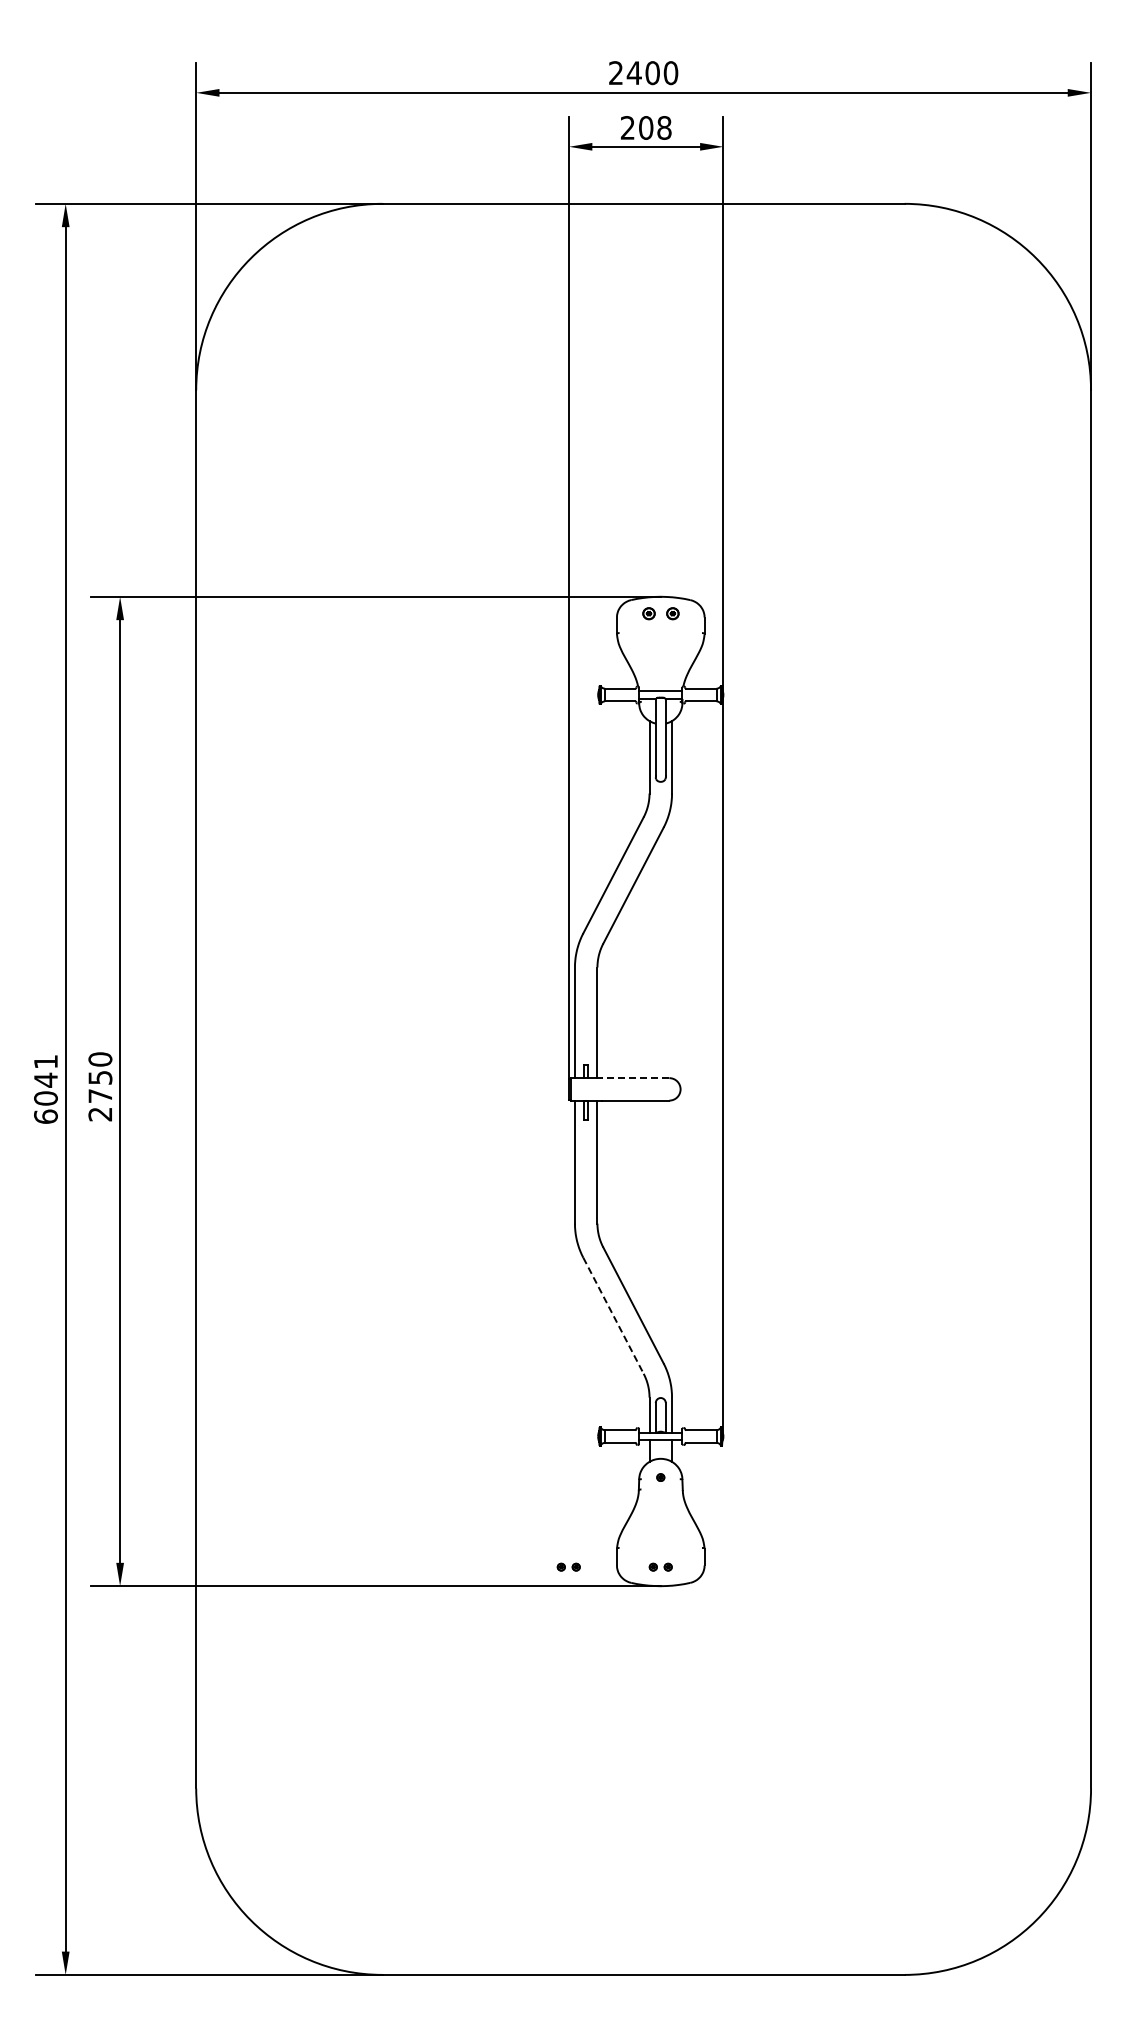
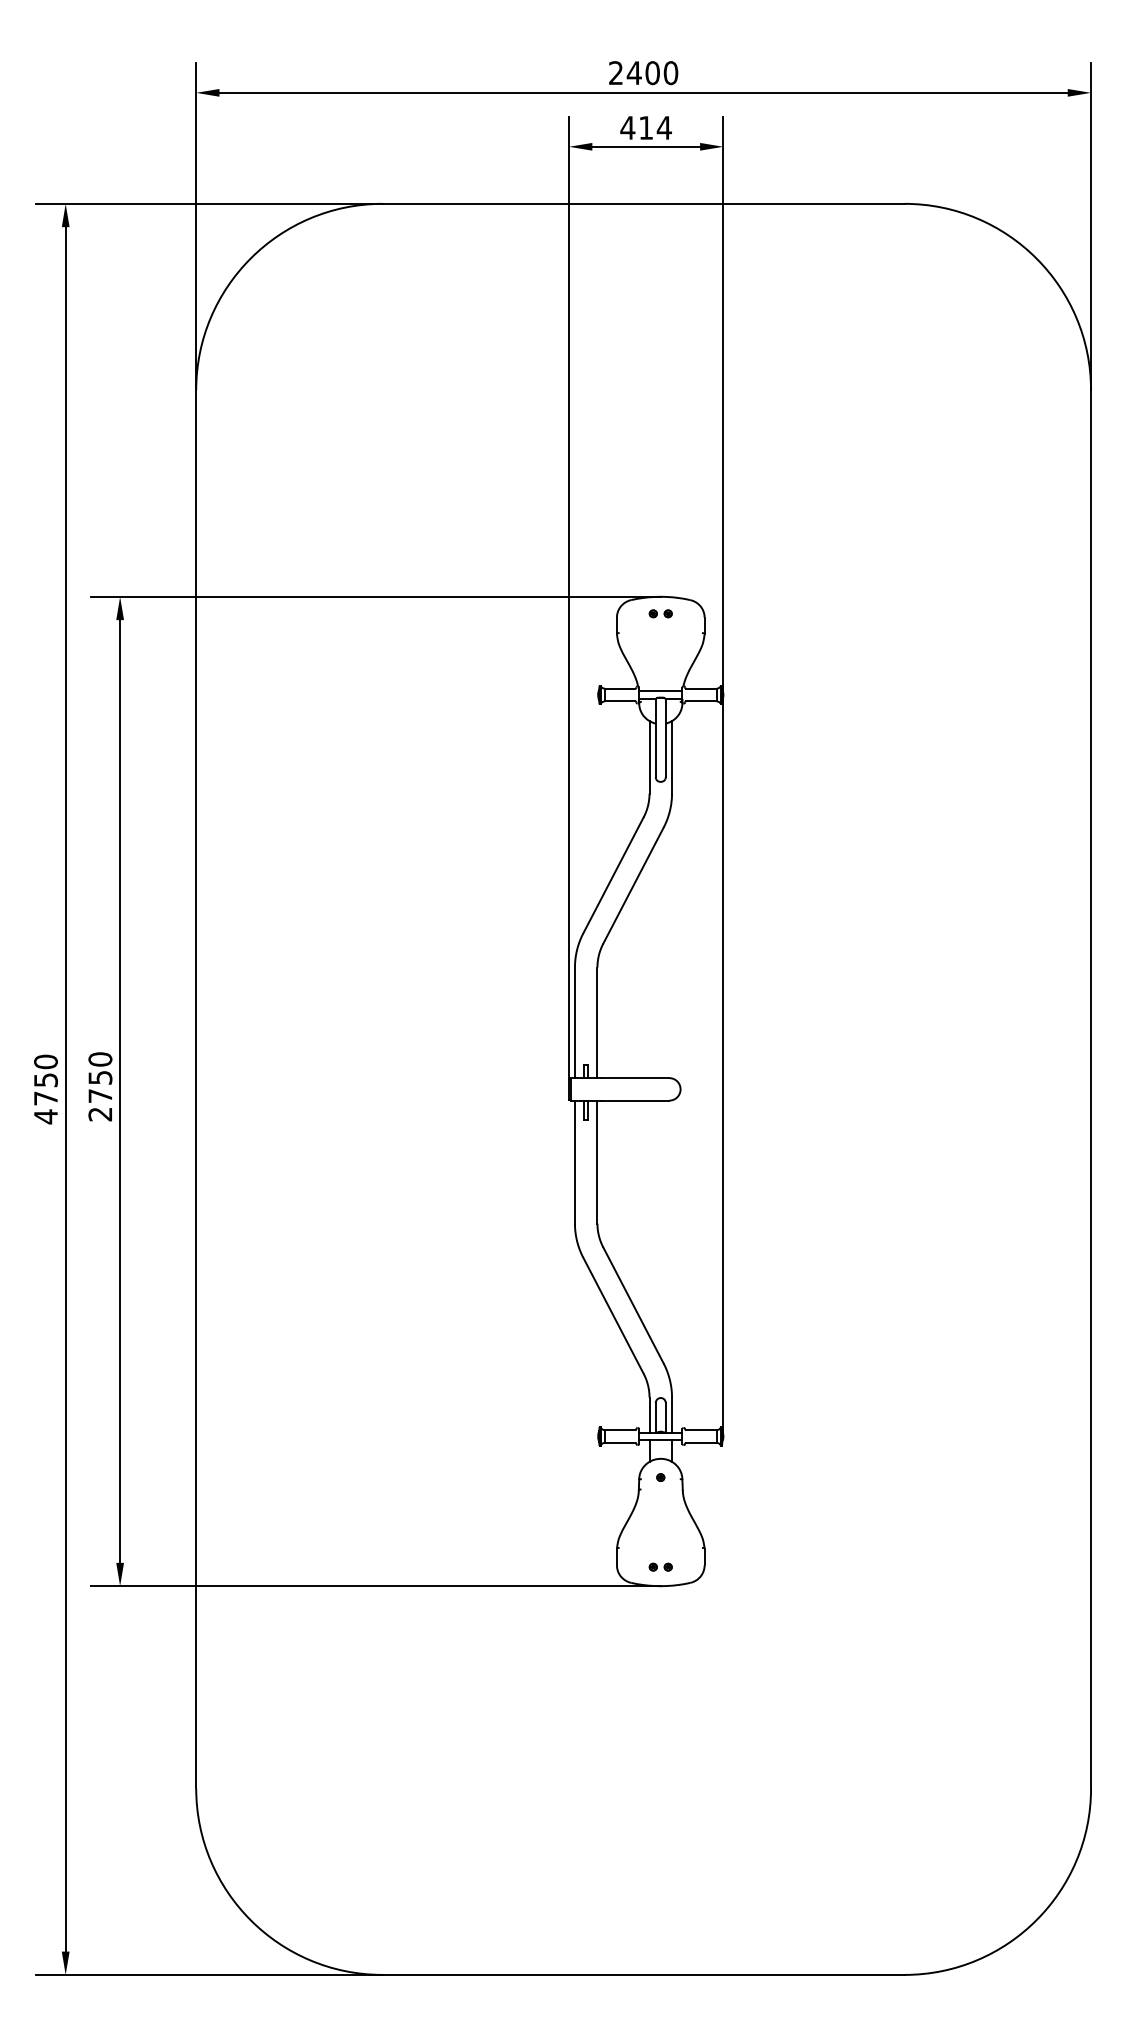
text at (645, 127): 208 -> 414
part at (660, 613) size: 38x14 px -> 25x10 px
line at (635, 1078): dashed -> solid
text at (45, 1089): 6041 -> 4750
line at (613, 1316): dashed -> solid
part at (568, 1566): present -> none
